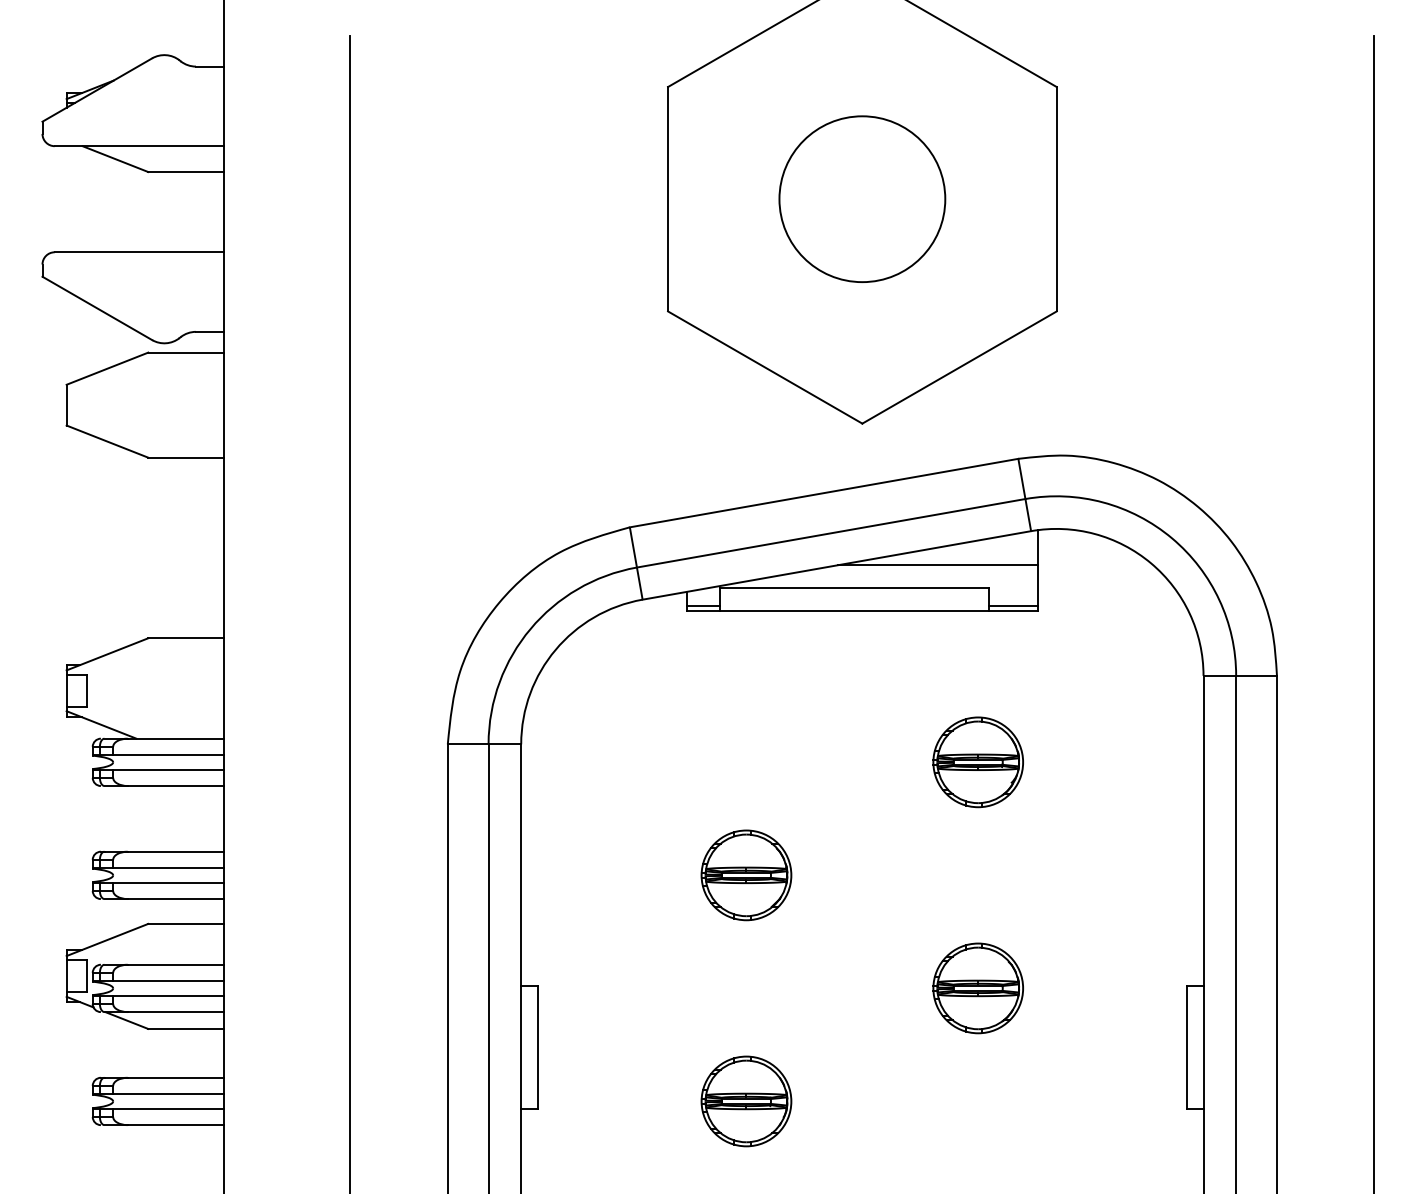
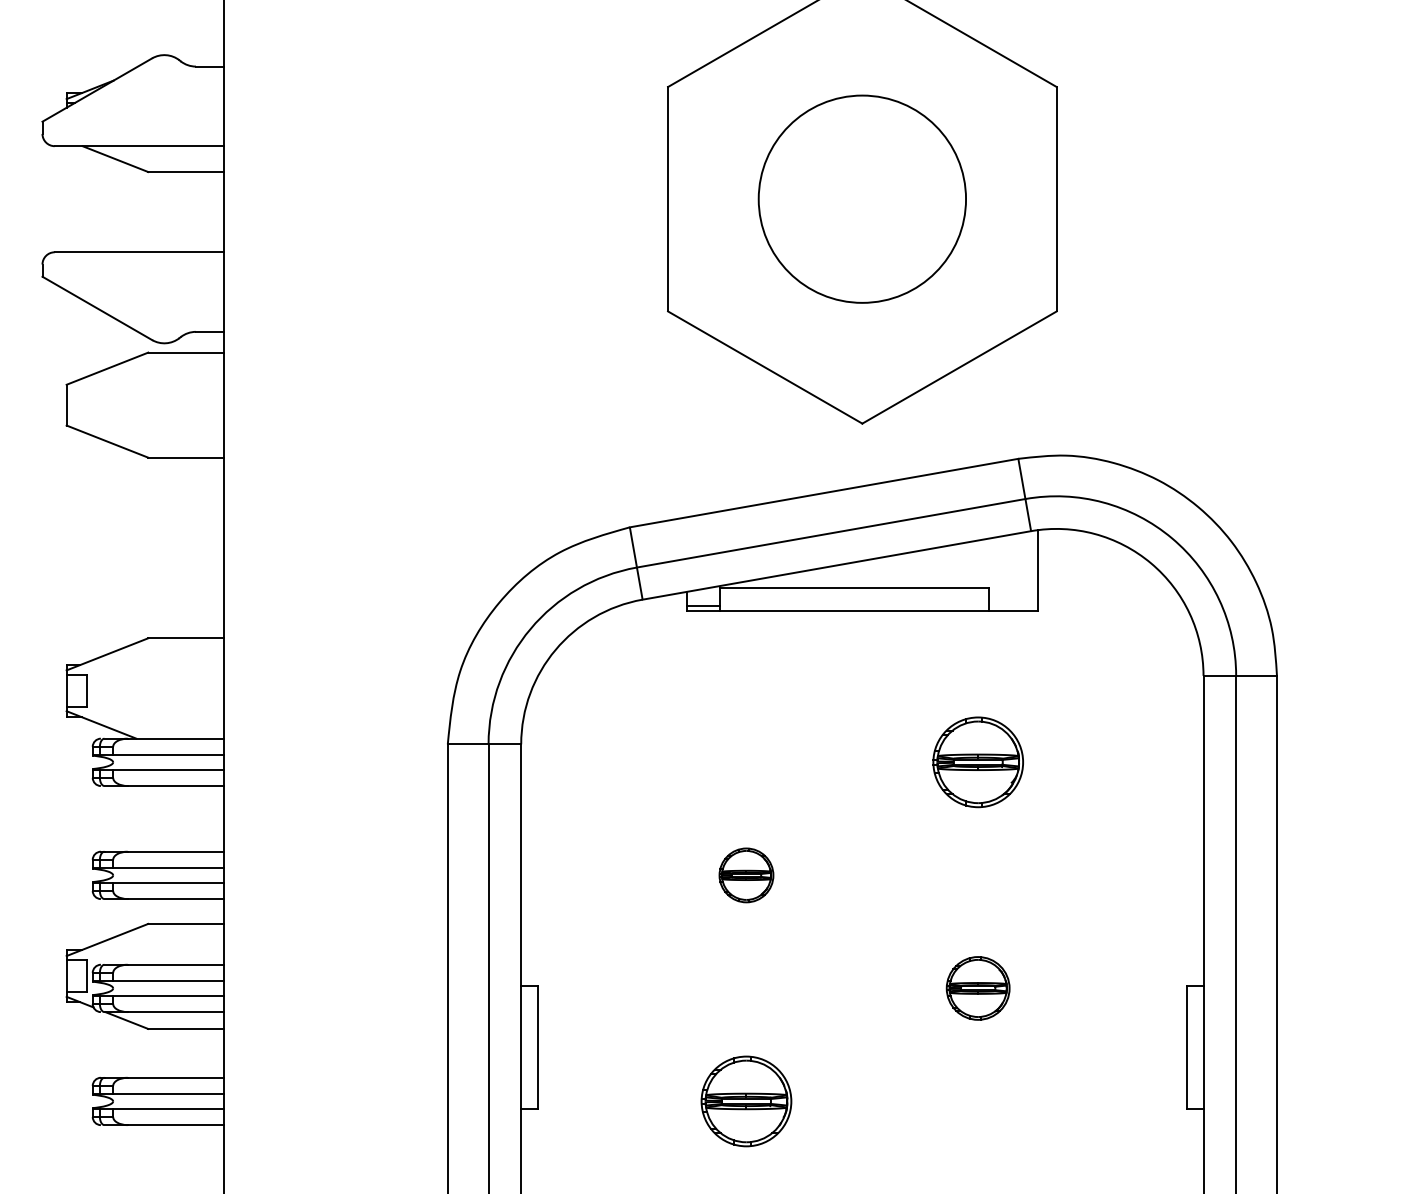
circle at (862, 199) diameter: 166 px -> 207 px
line at (937, 565): present -> none
line at (1012, 606): present -> none
line at (350, 613): present -> none
line at (1374, 613): present -> none
part at (746, 875) size: 93x93 px -> 57x57 px
part at (977, 988) size: 92x93 px -> 66x65 px
